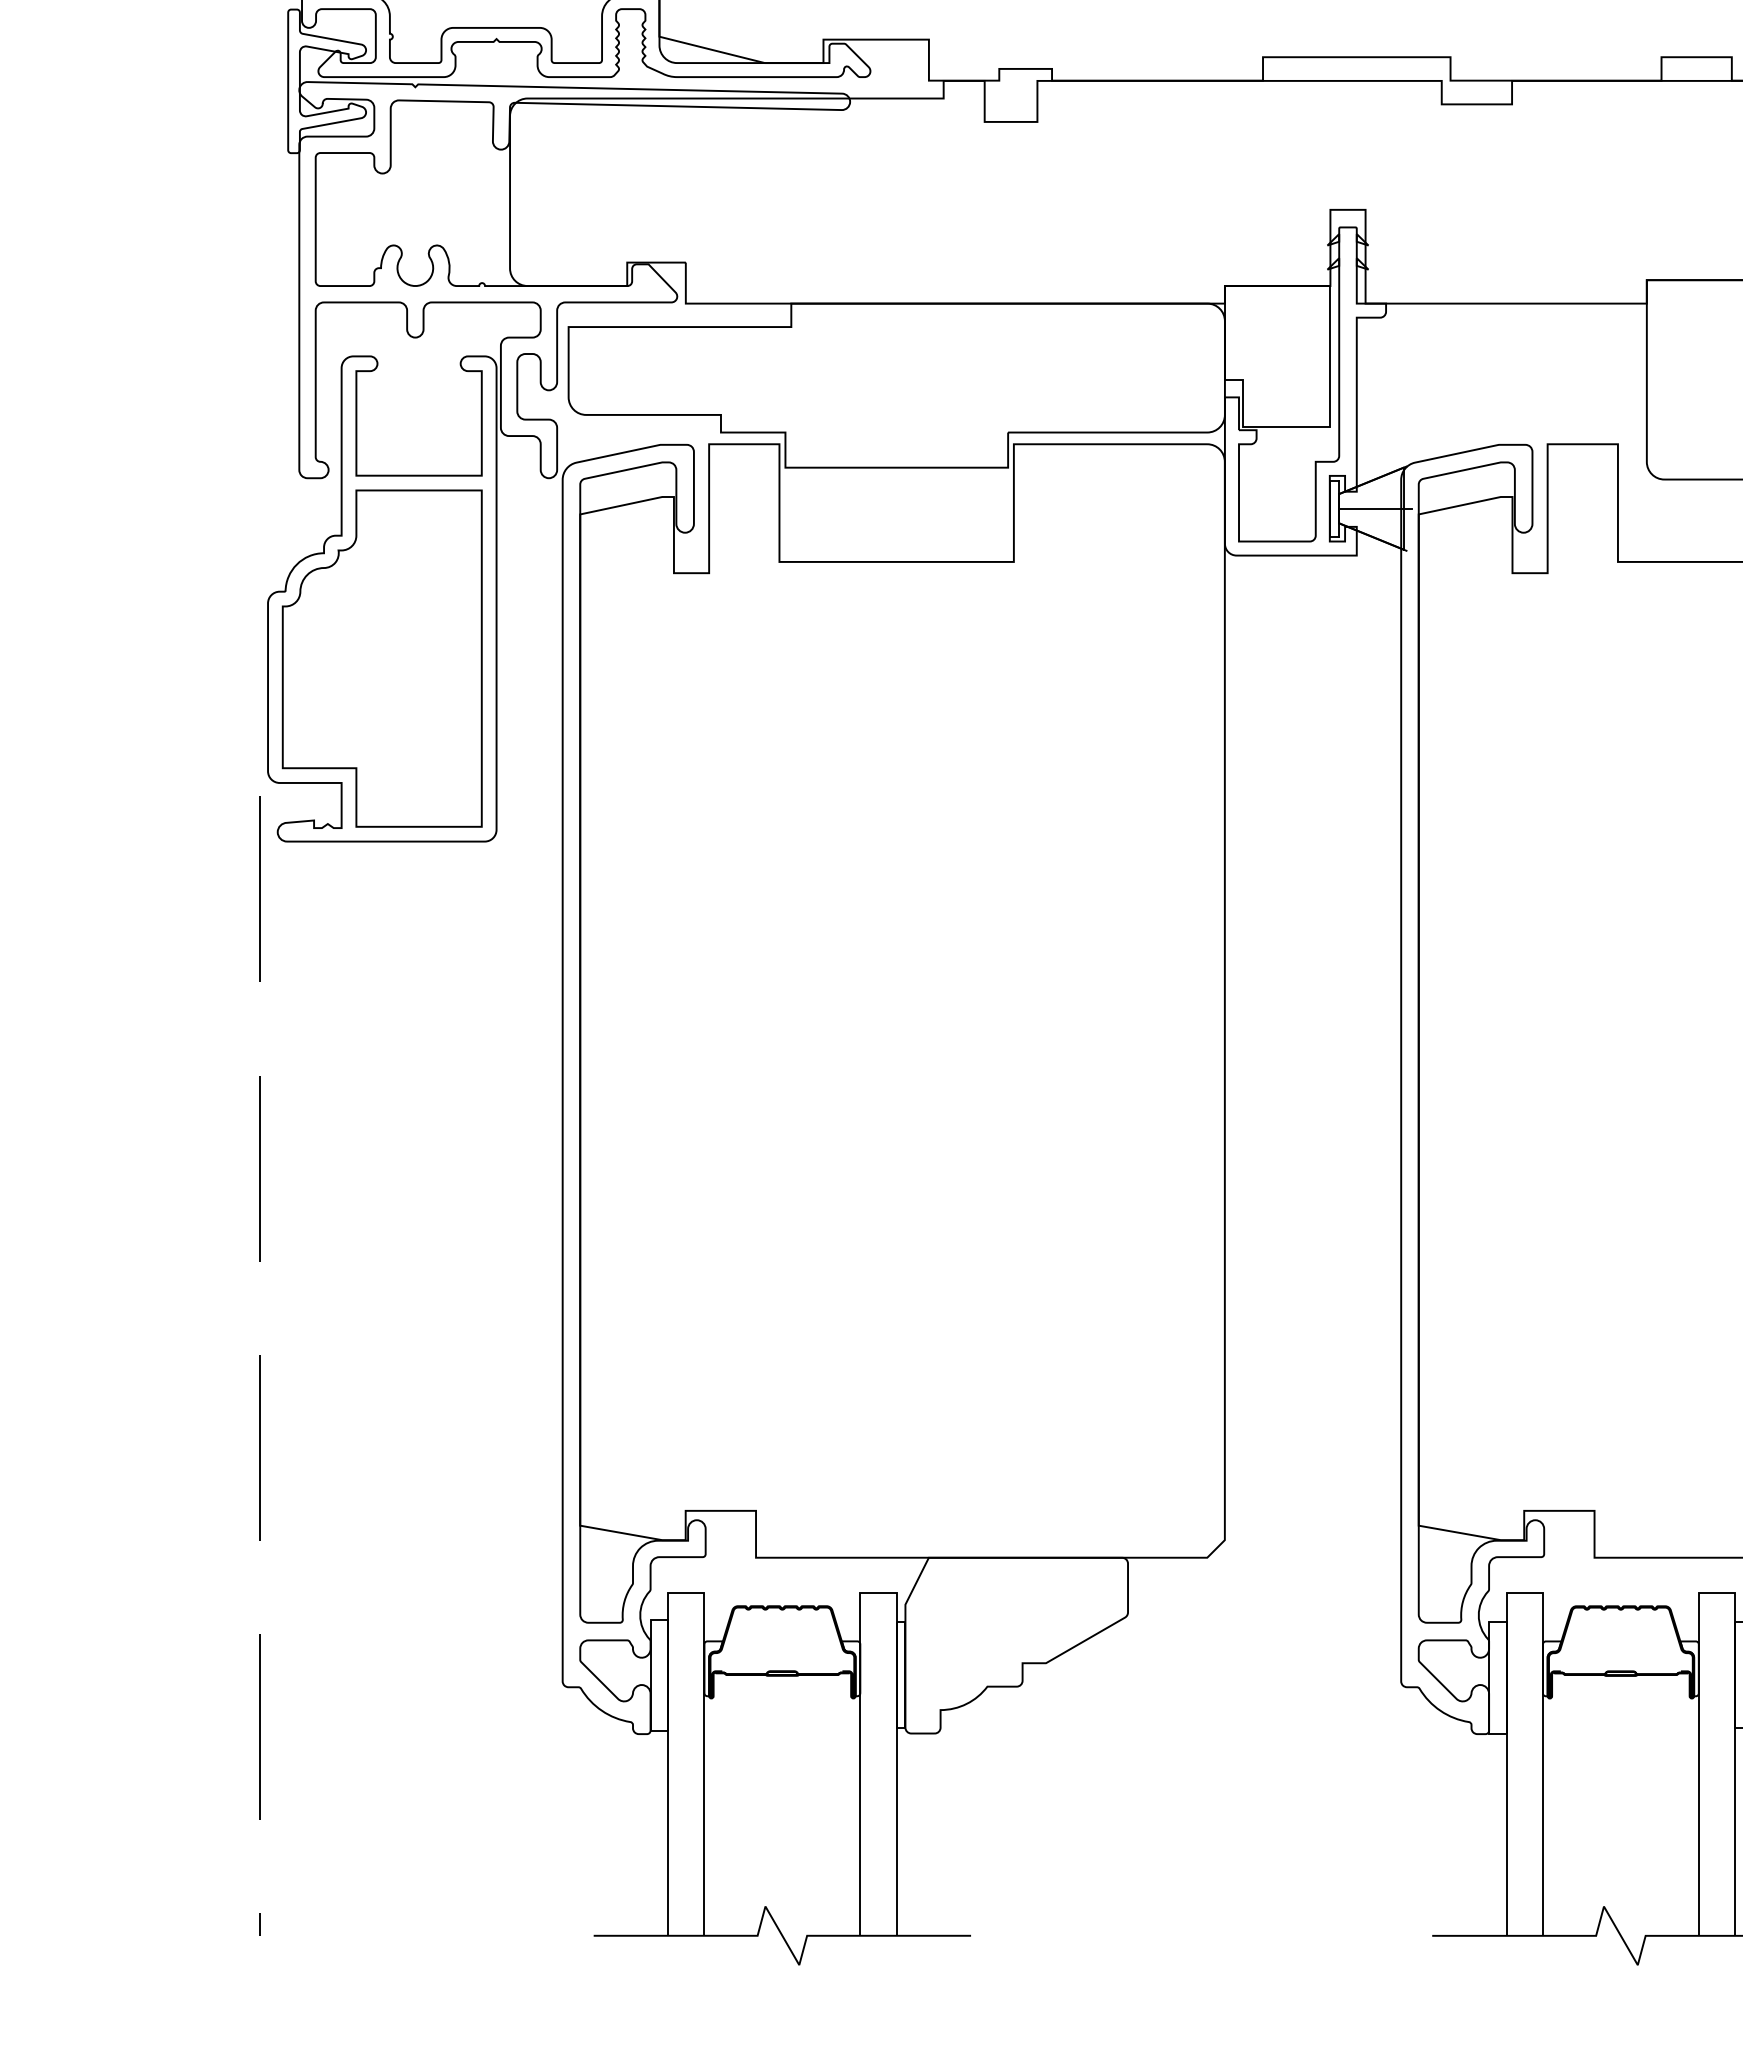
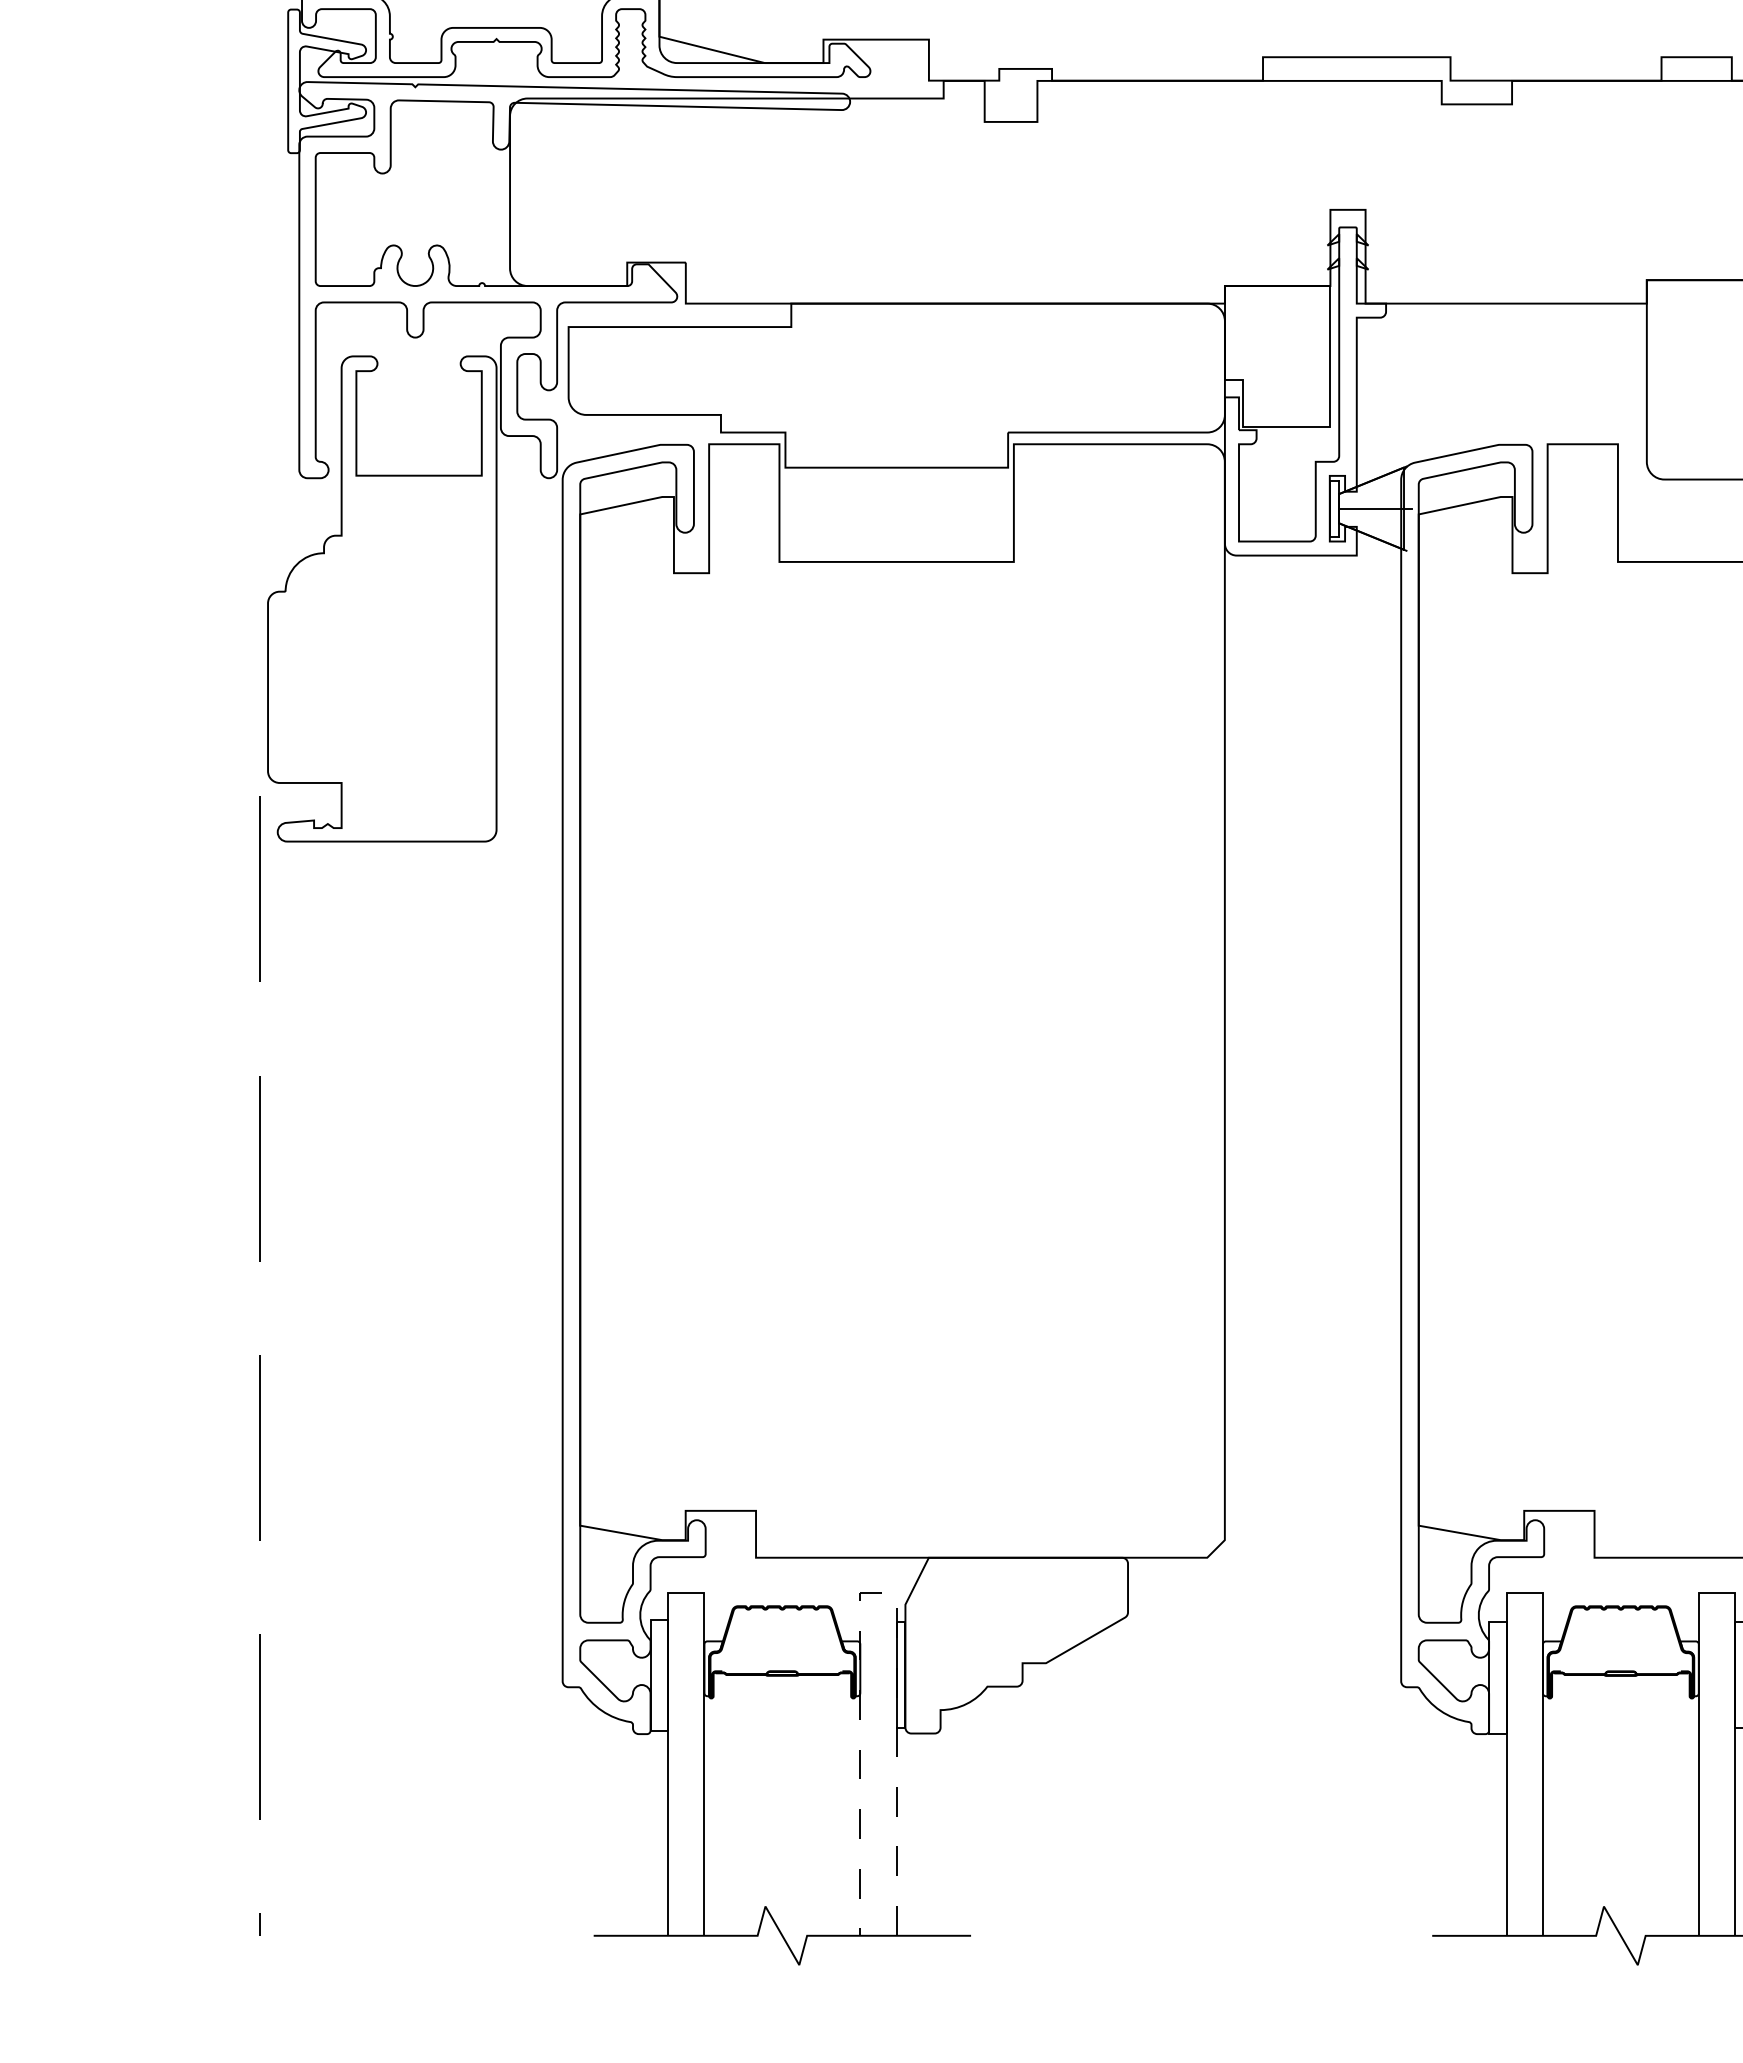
part at (381, 658): present -> none
line at (877, 1592): solid -> dashed
